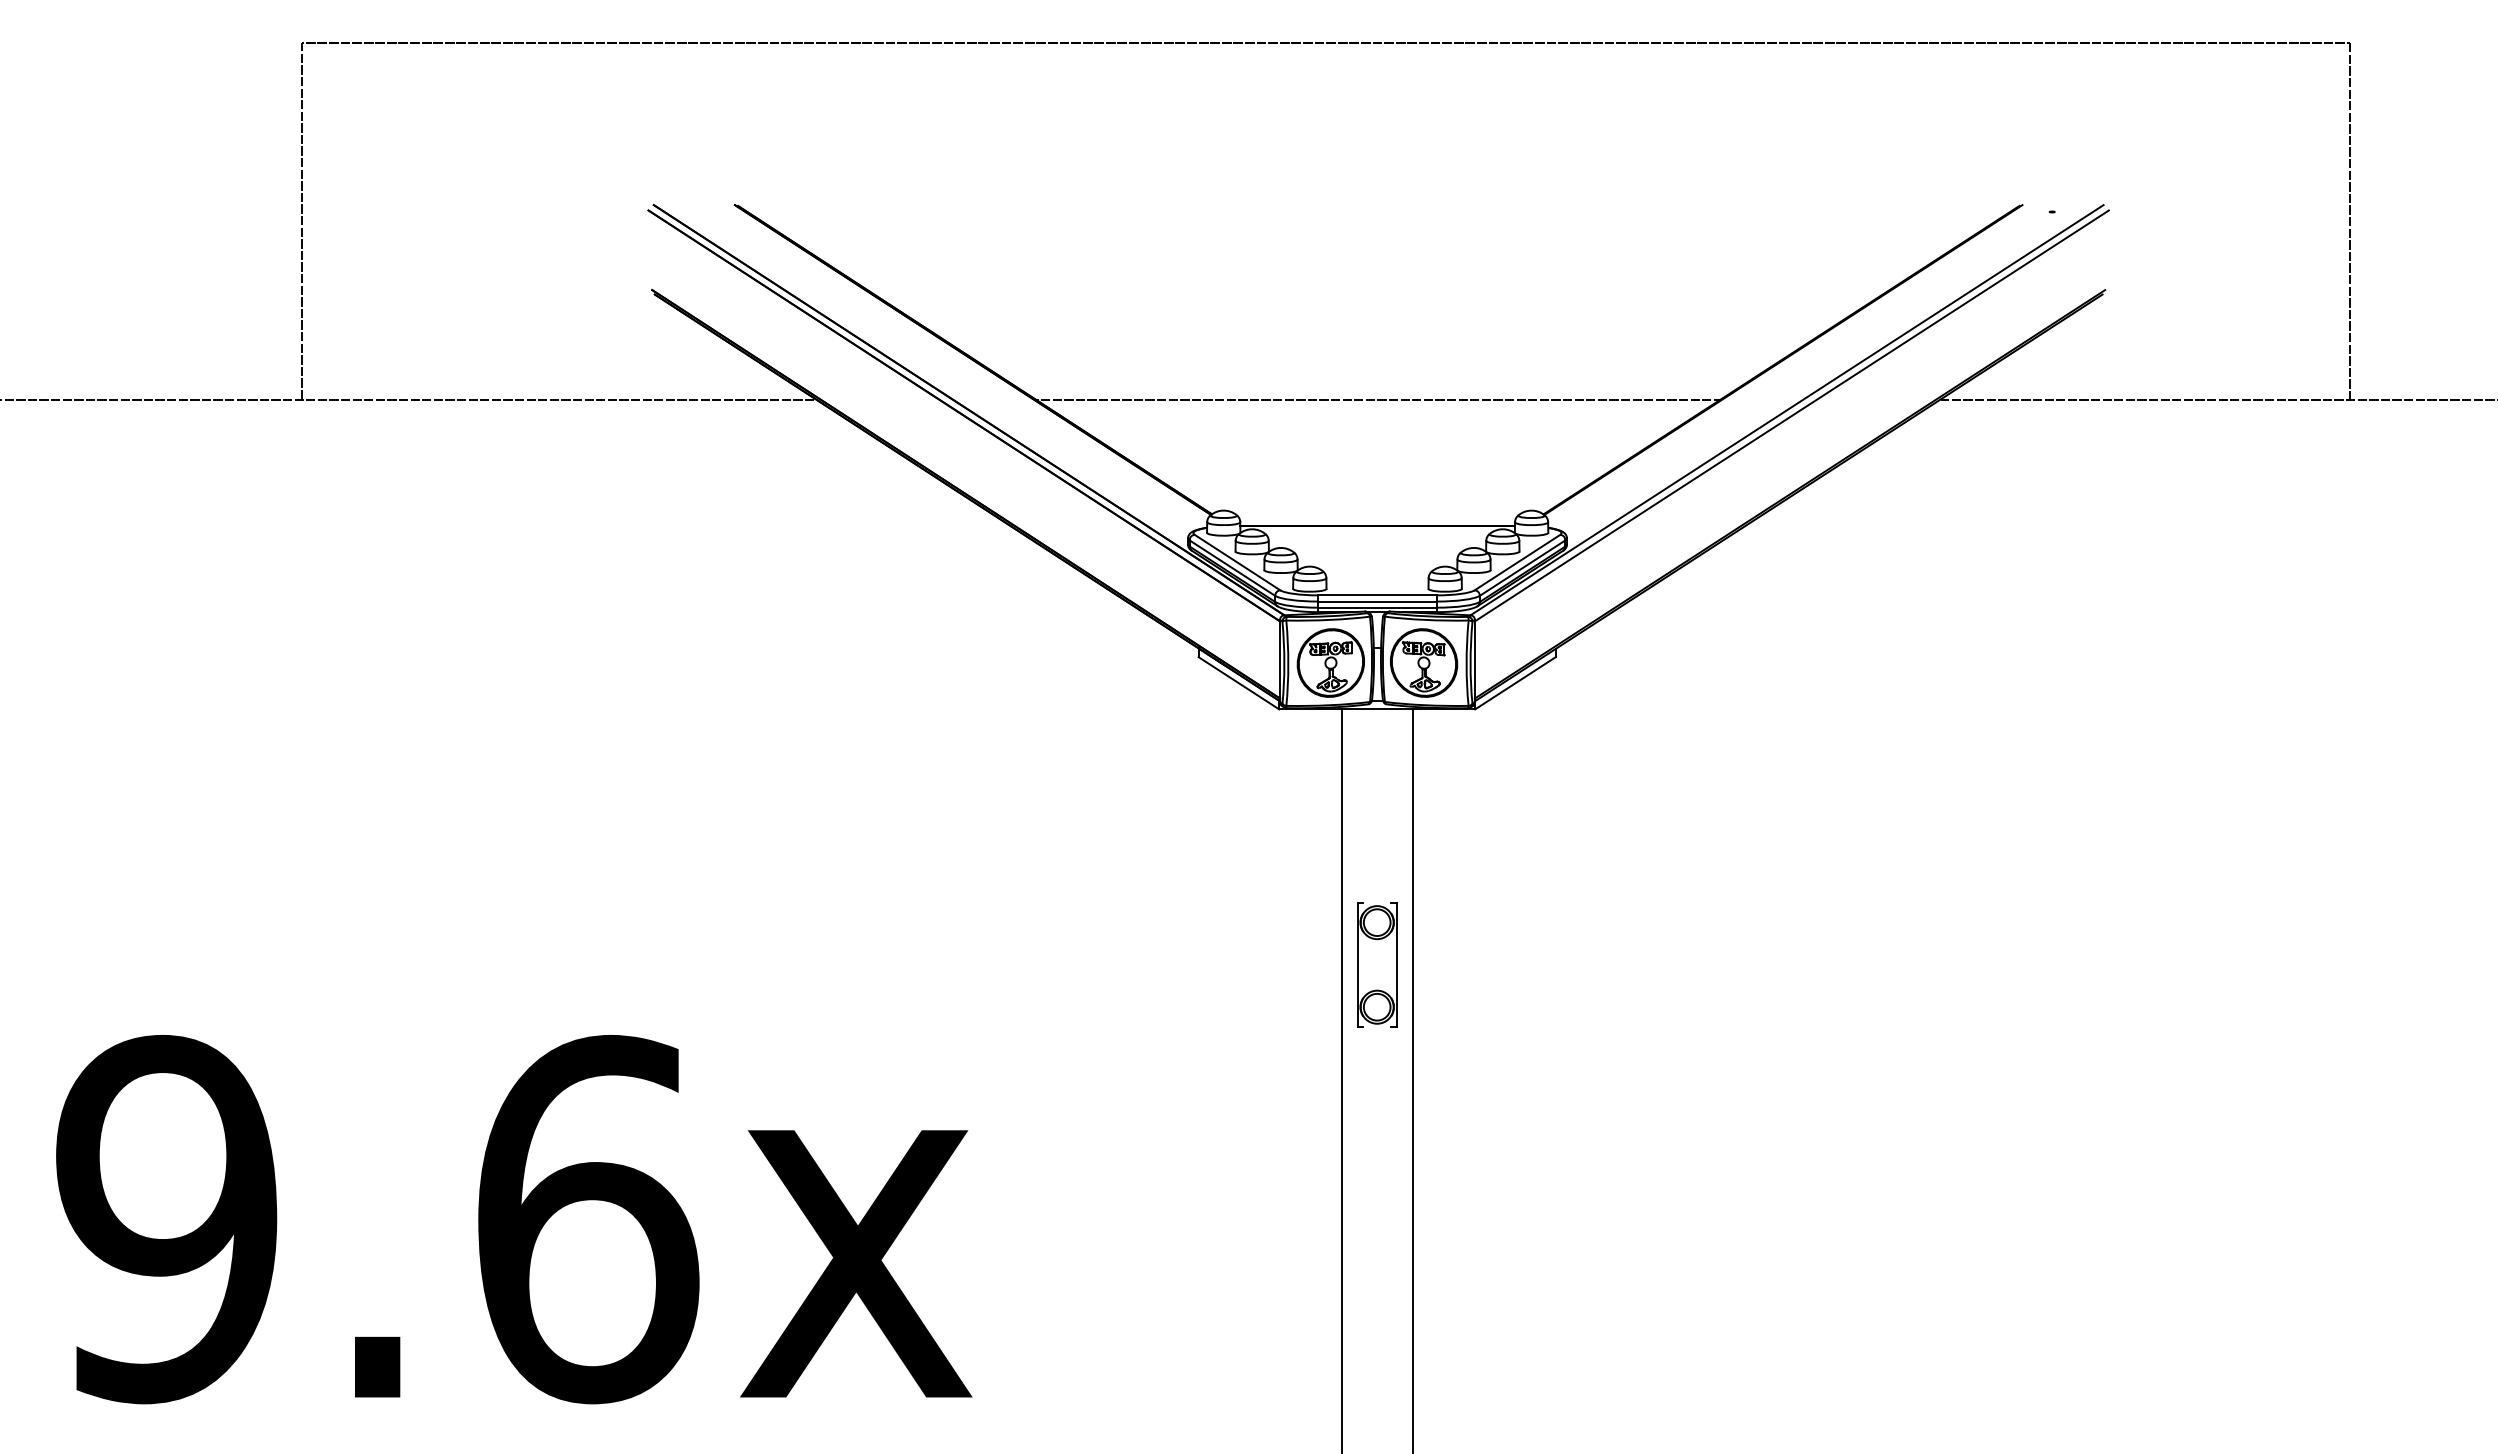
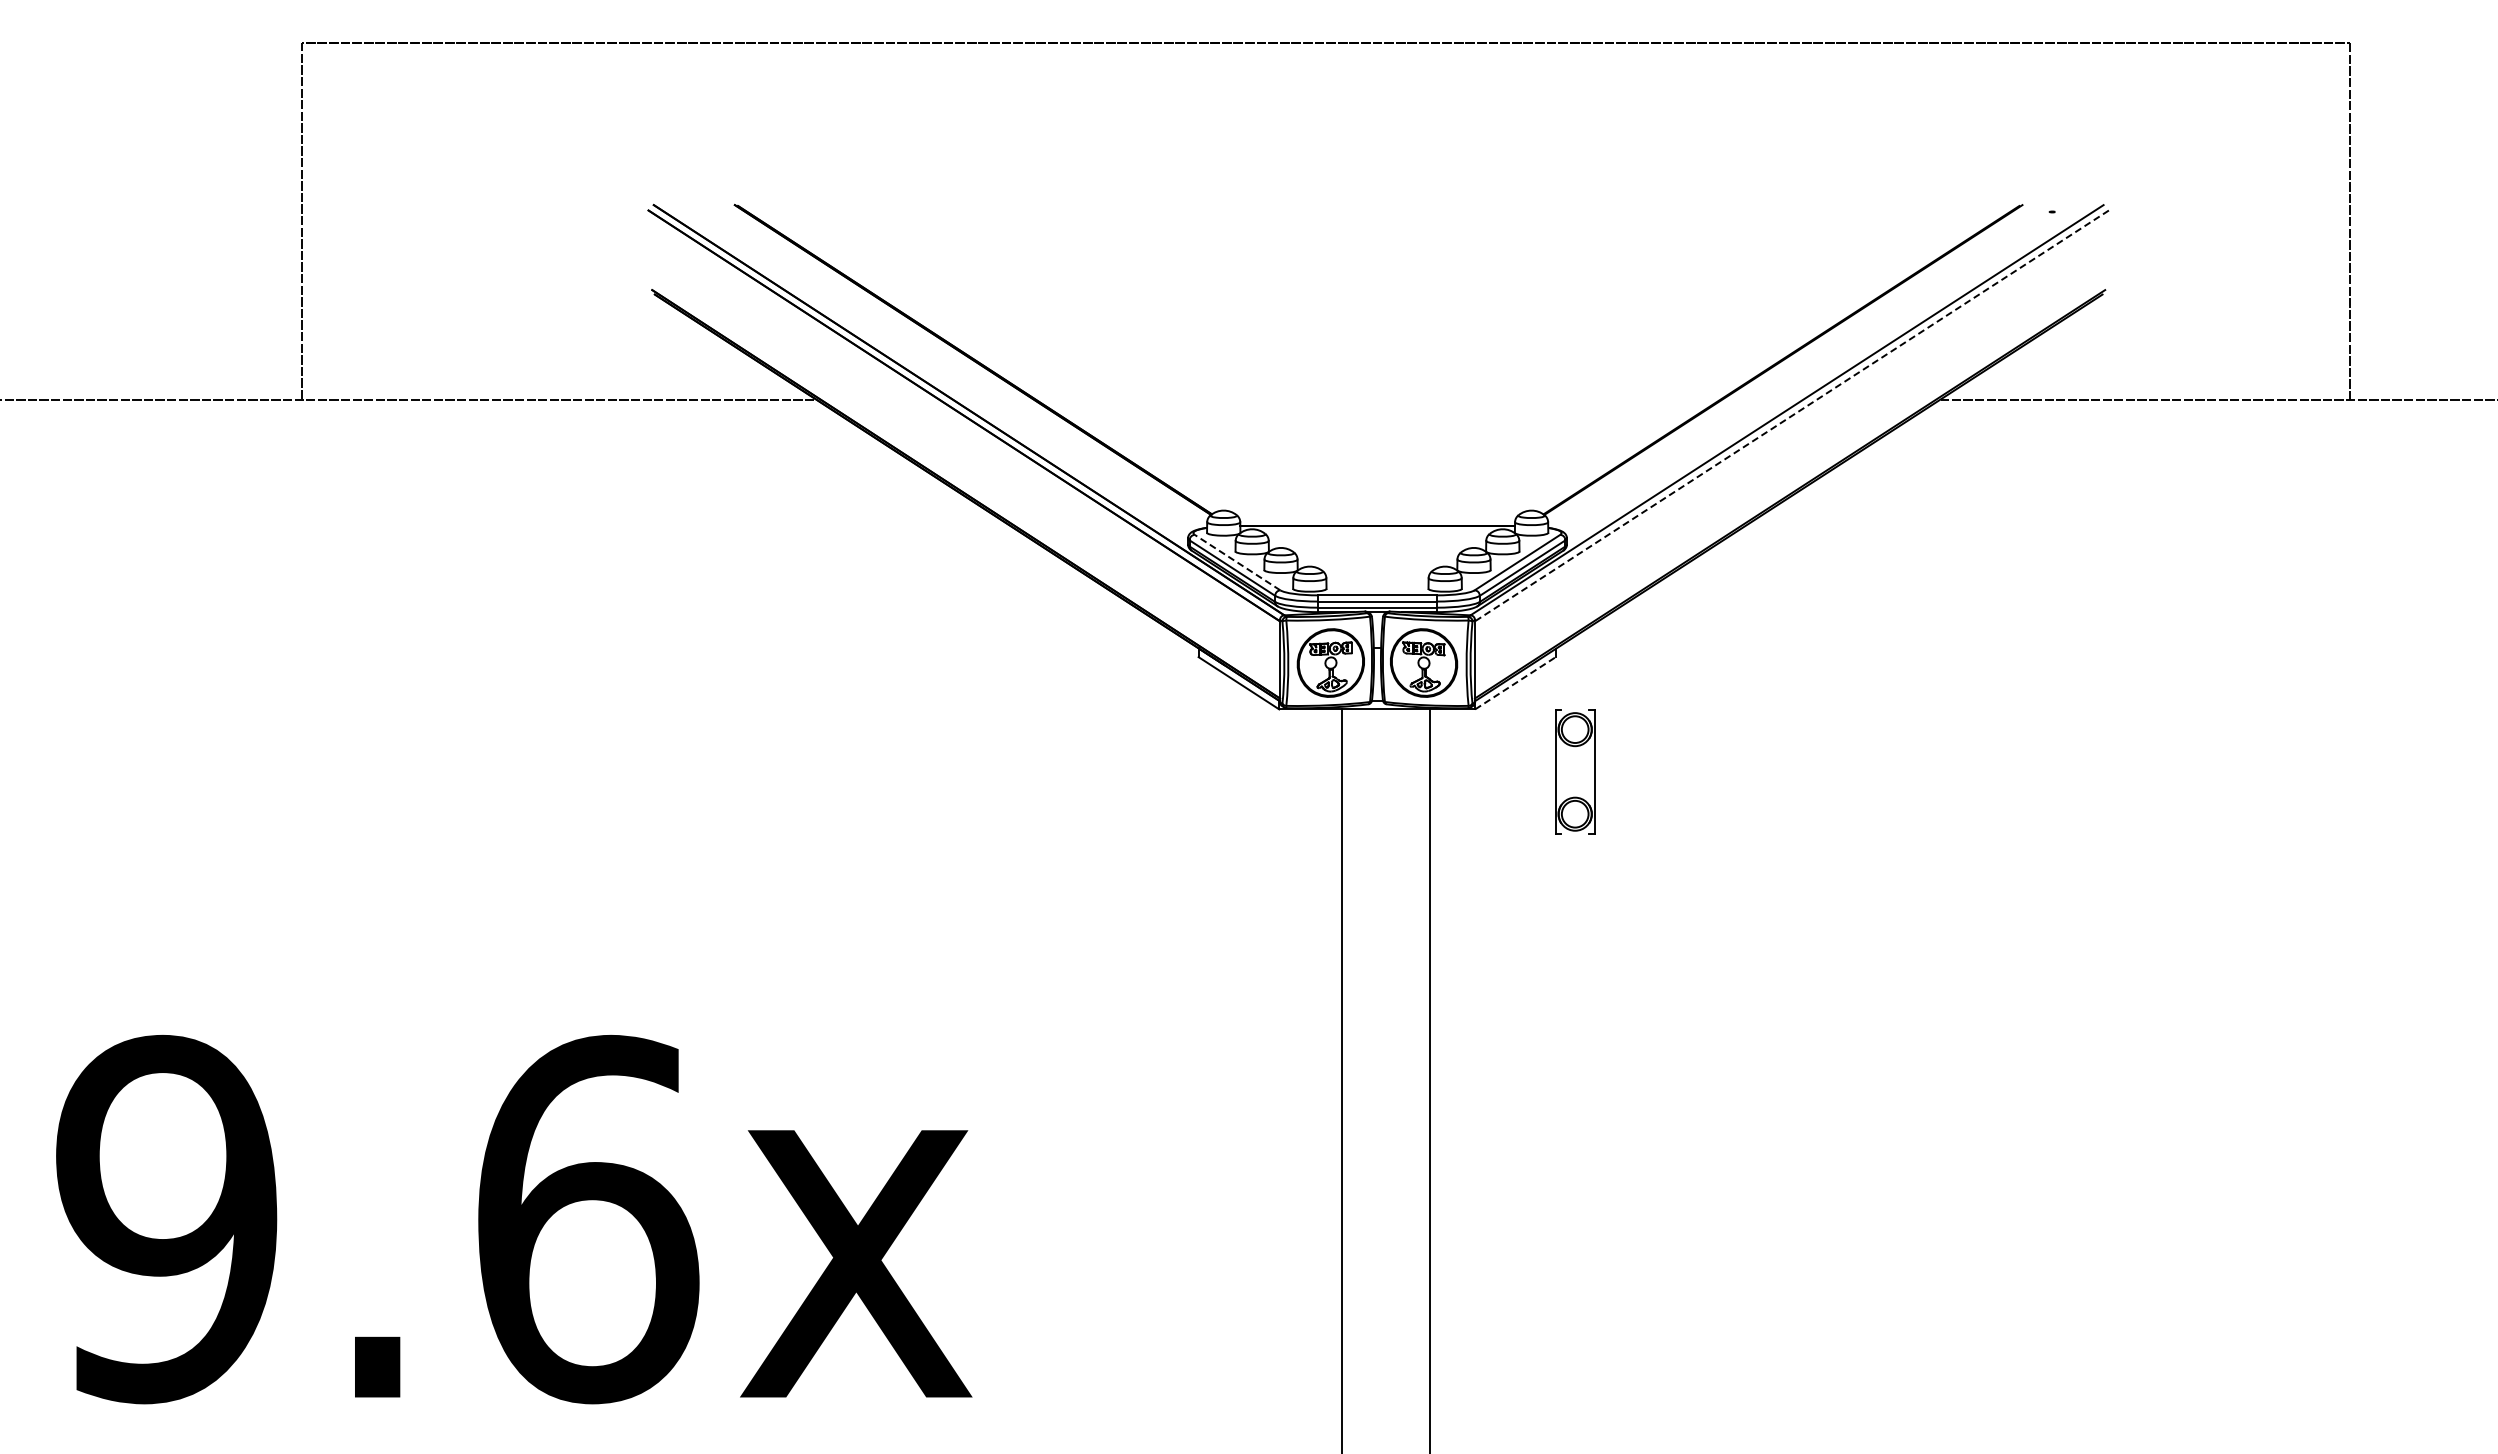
line at (1377, 399): present -> none
line at (1791, 415): solid -> dashed
line at (1237, 562): solid -> dashed
line at (1515, 683): solid -> dashed
part at (1358, 964) position: (1358, 964) -> (1556, 771)
line at (1412, 1079) position: (1412, 1079) -> (1429, 1079)
